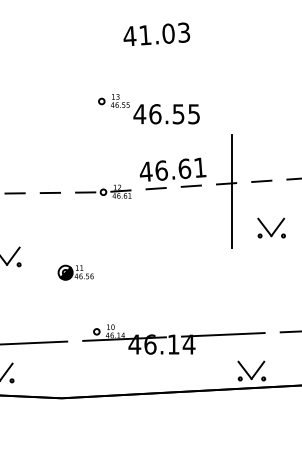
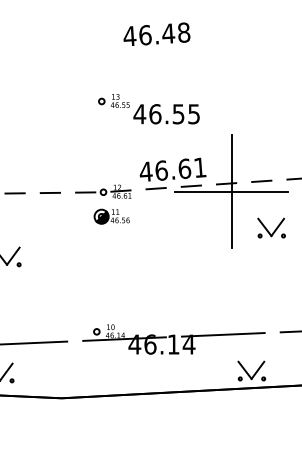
text at (164, 33): 41.03 -> 46.48
line at (231, 191): none -> present
part at (75, 272) position: (75, 272) -> (111, 216)
